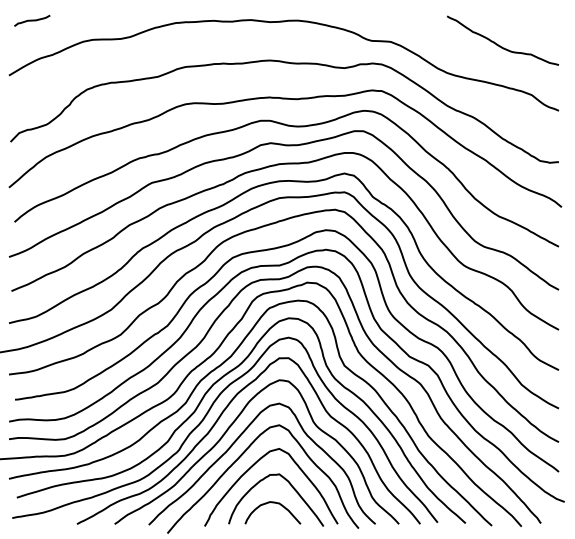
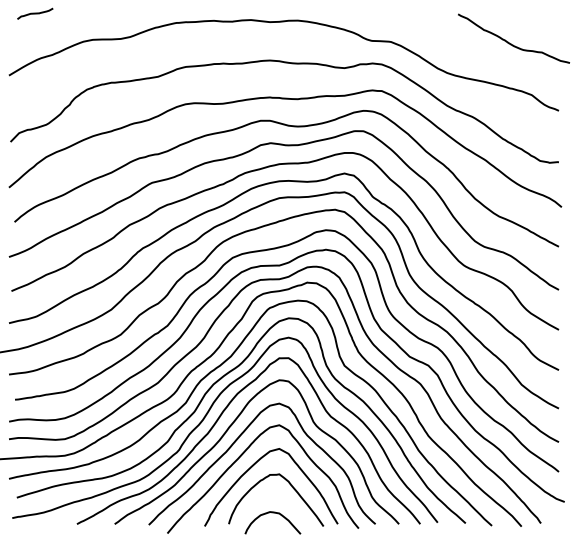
curve at (32, 20) position: (32, 20) -> (35, 13)
curve at (500, 45) position: (500, 45) -> (511, 43)
curve at (272, 503) position: (272, 503) -> (272, 513)
